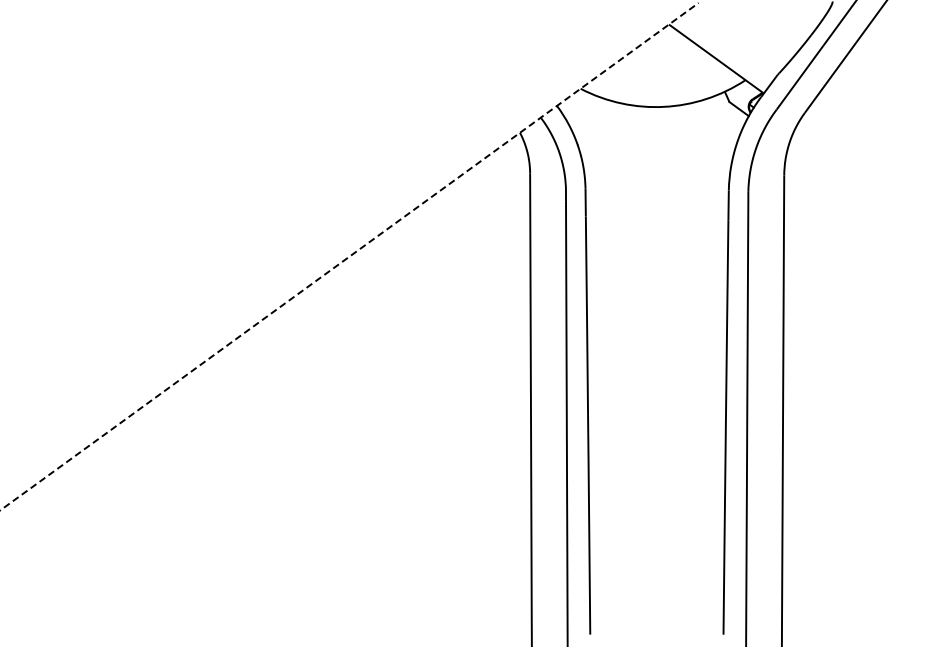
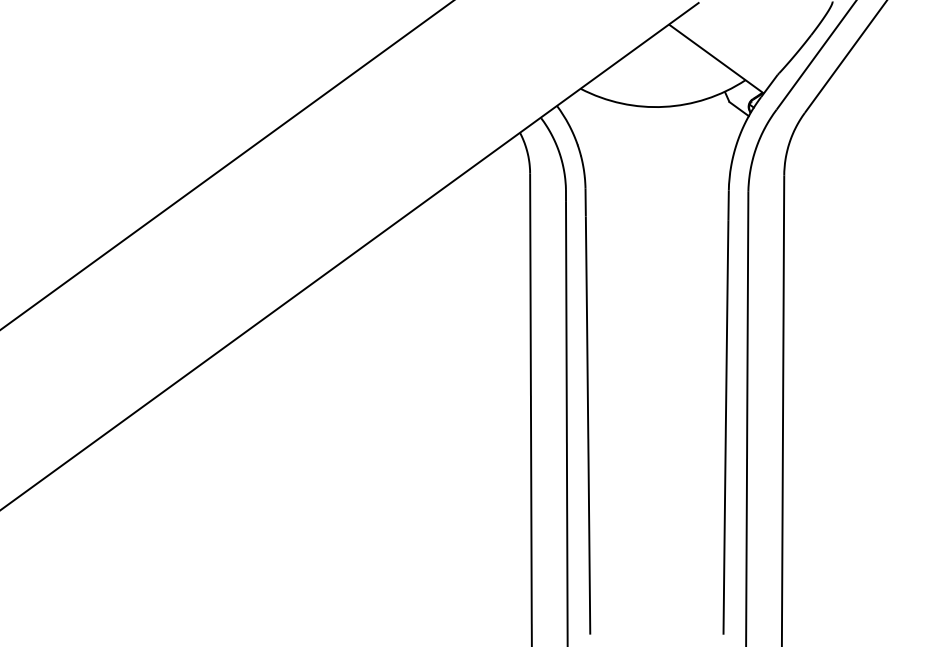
line at (226, 165): none -> present
line at (350, 256): dashed -> solid
